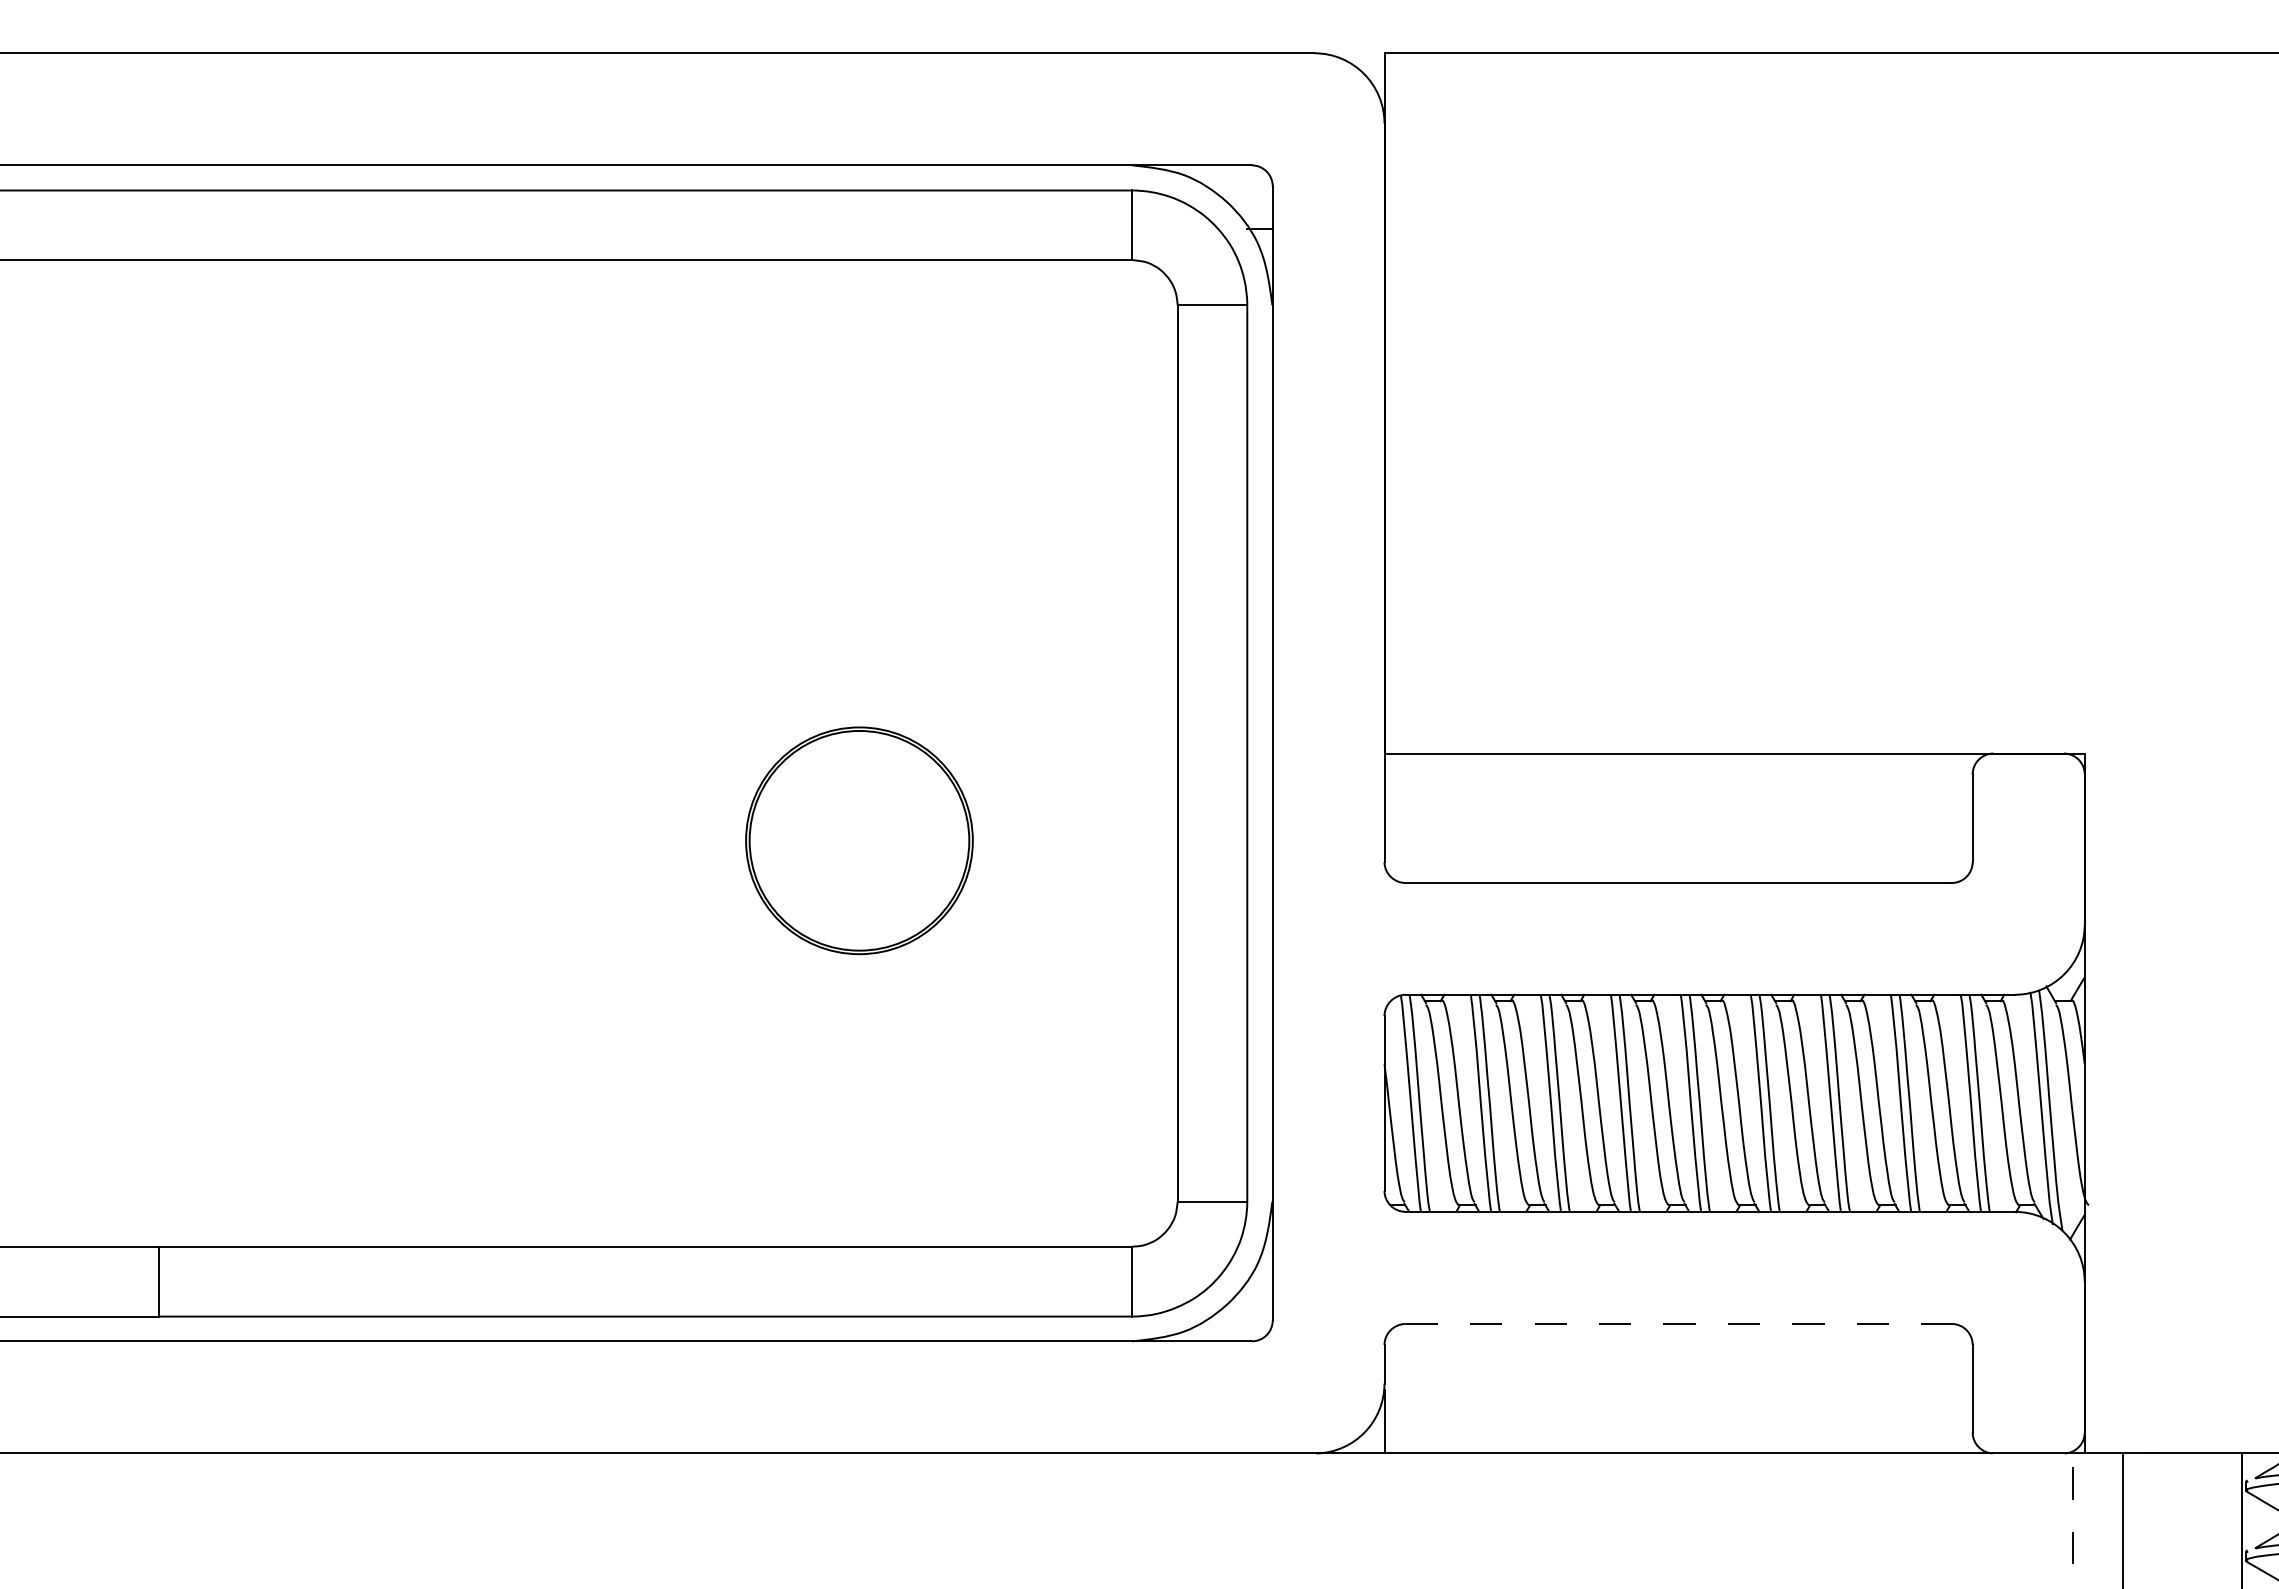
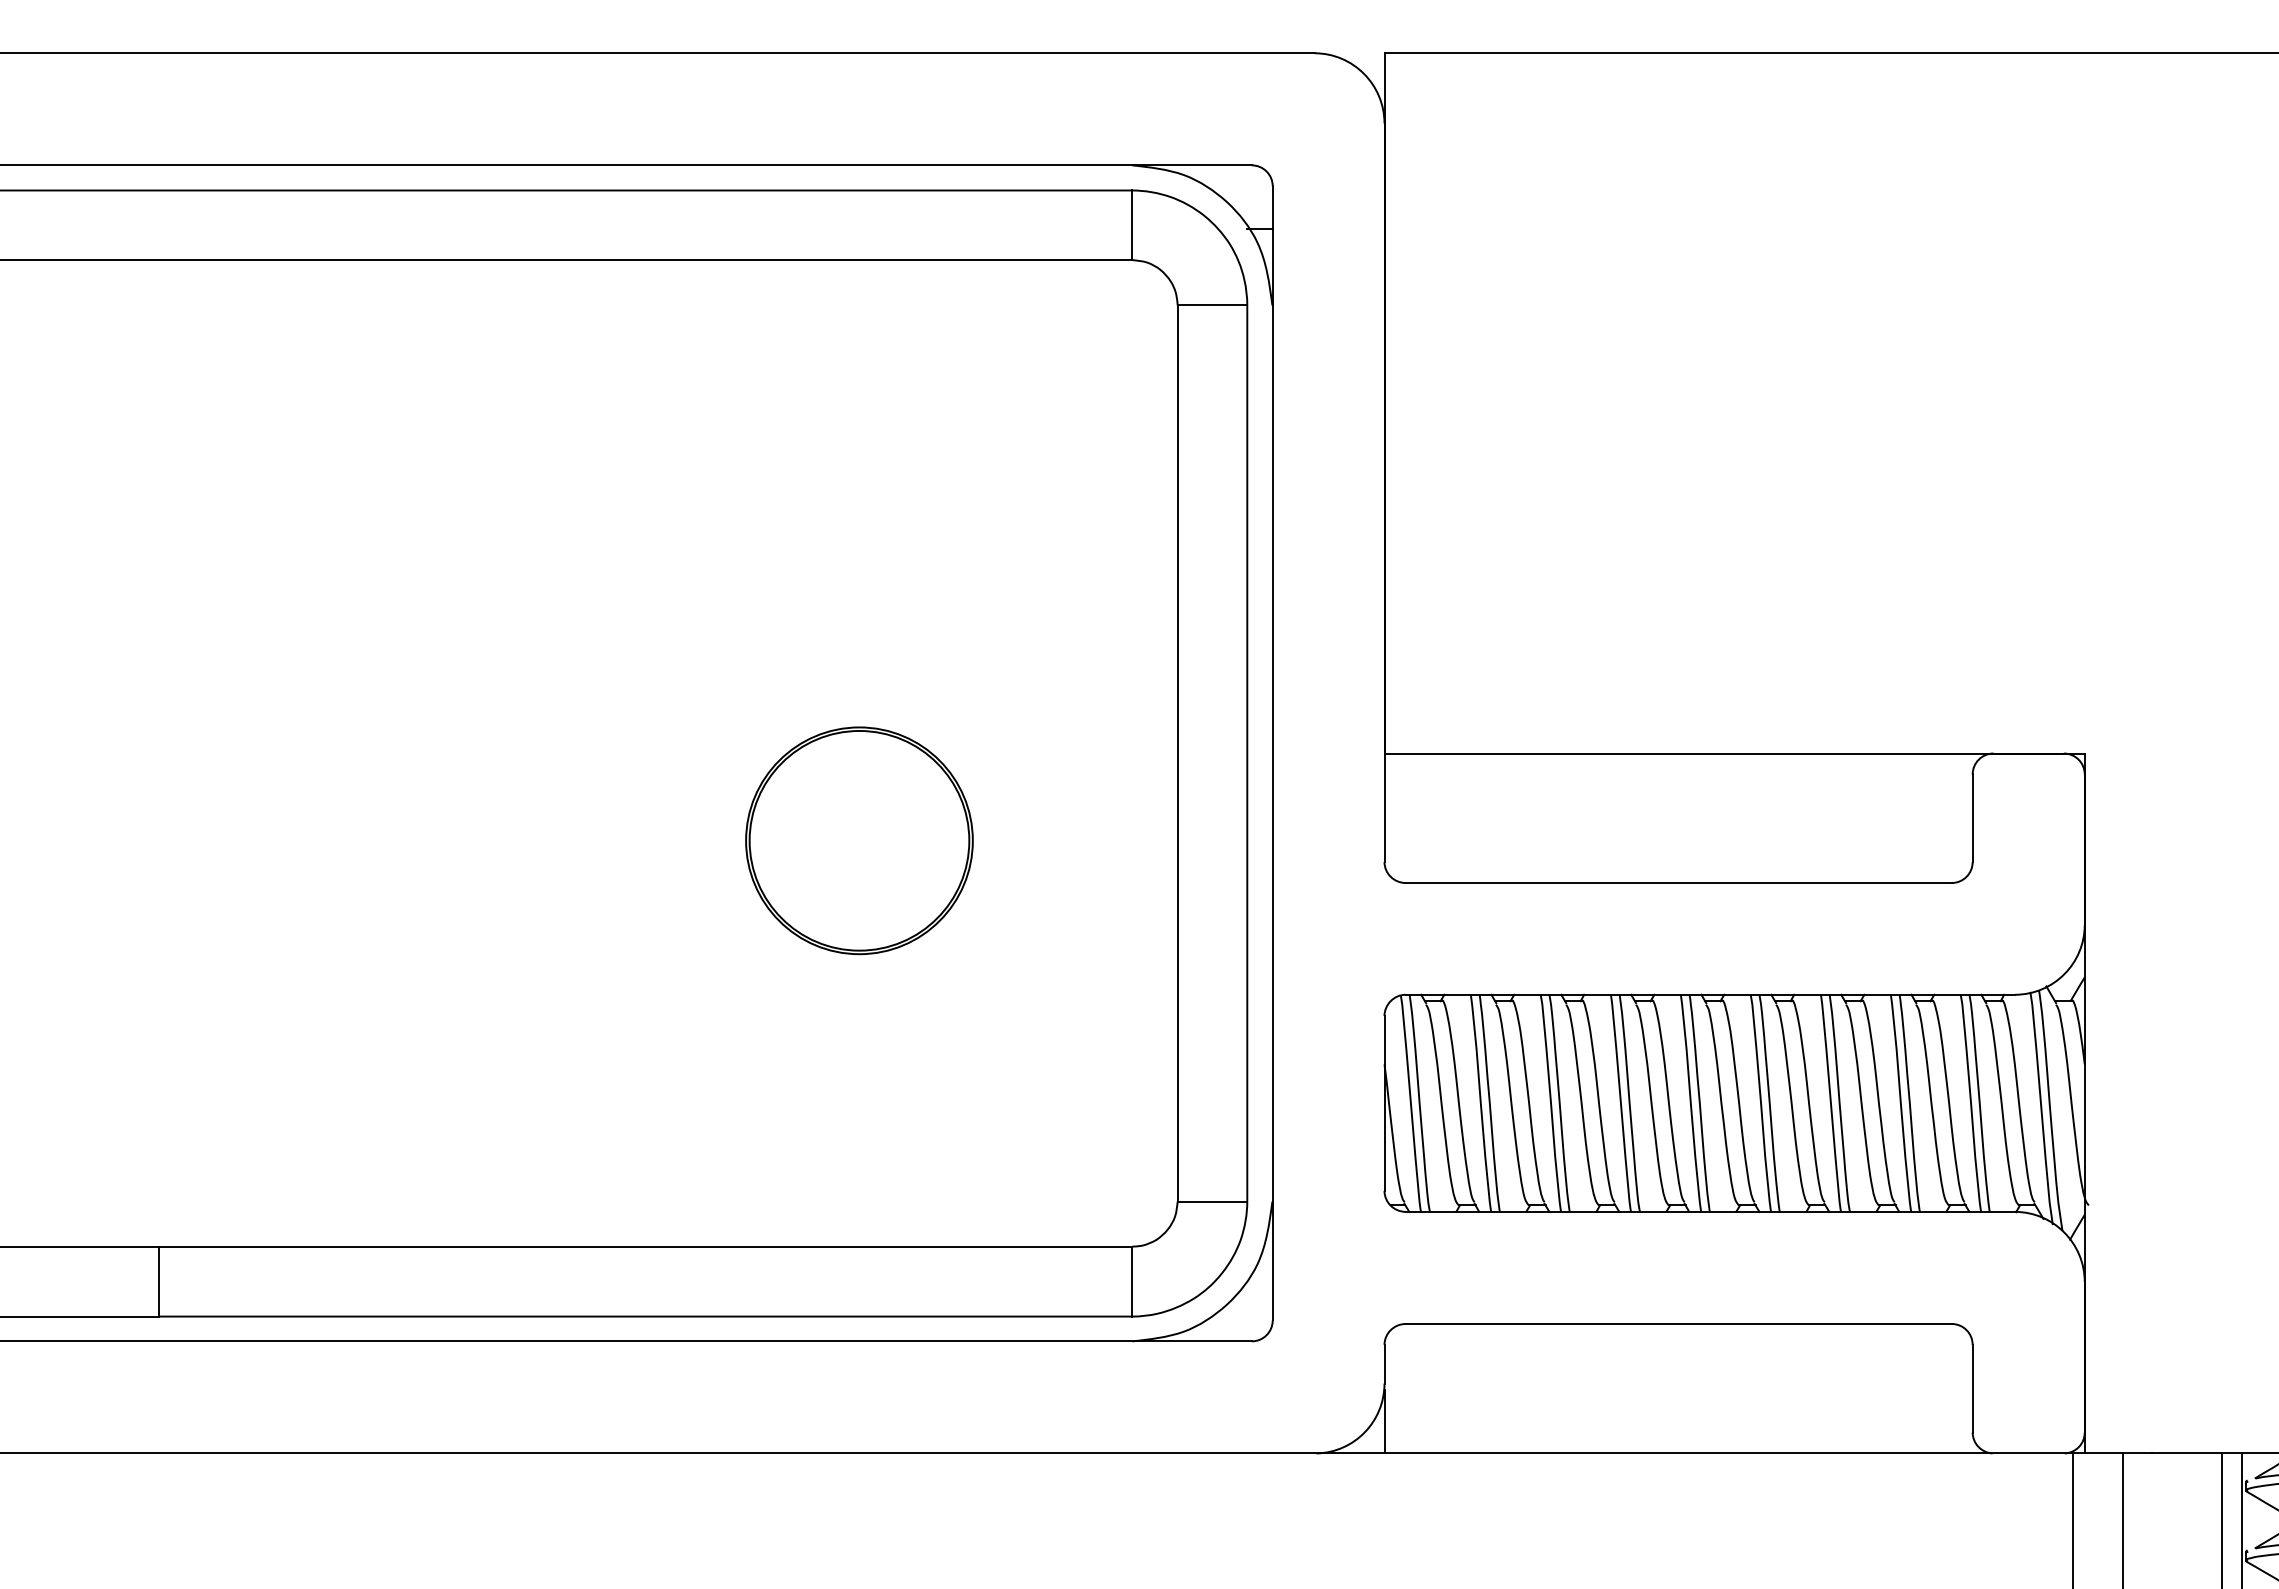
line at (1678, 1323): dashed -> solid
line at (2221, 1519): none -> present
line at (2073, 1520): dashed -> solid
